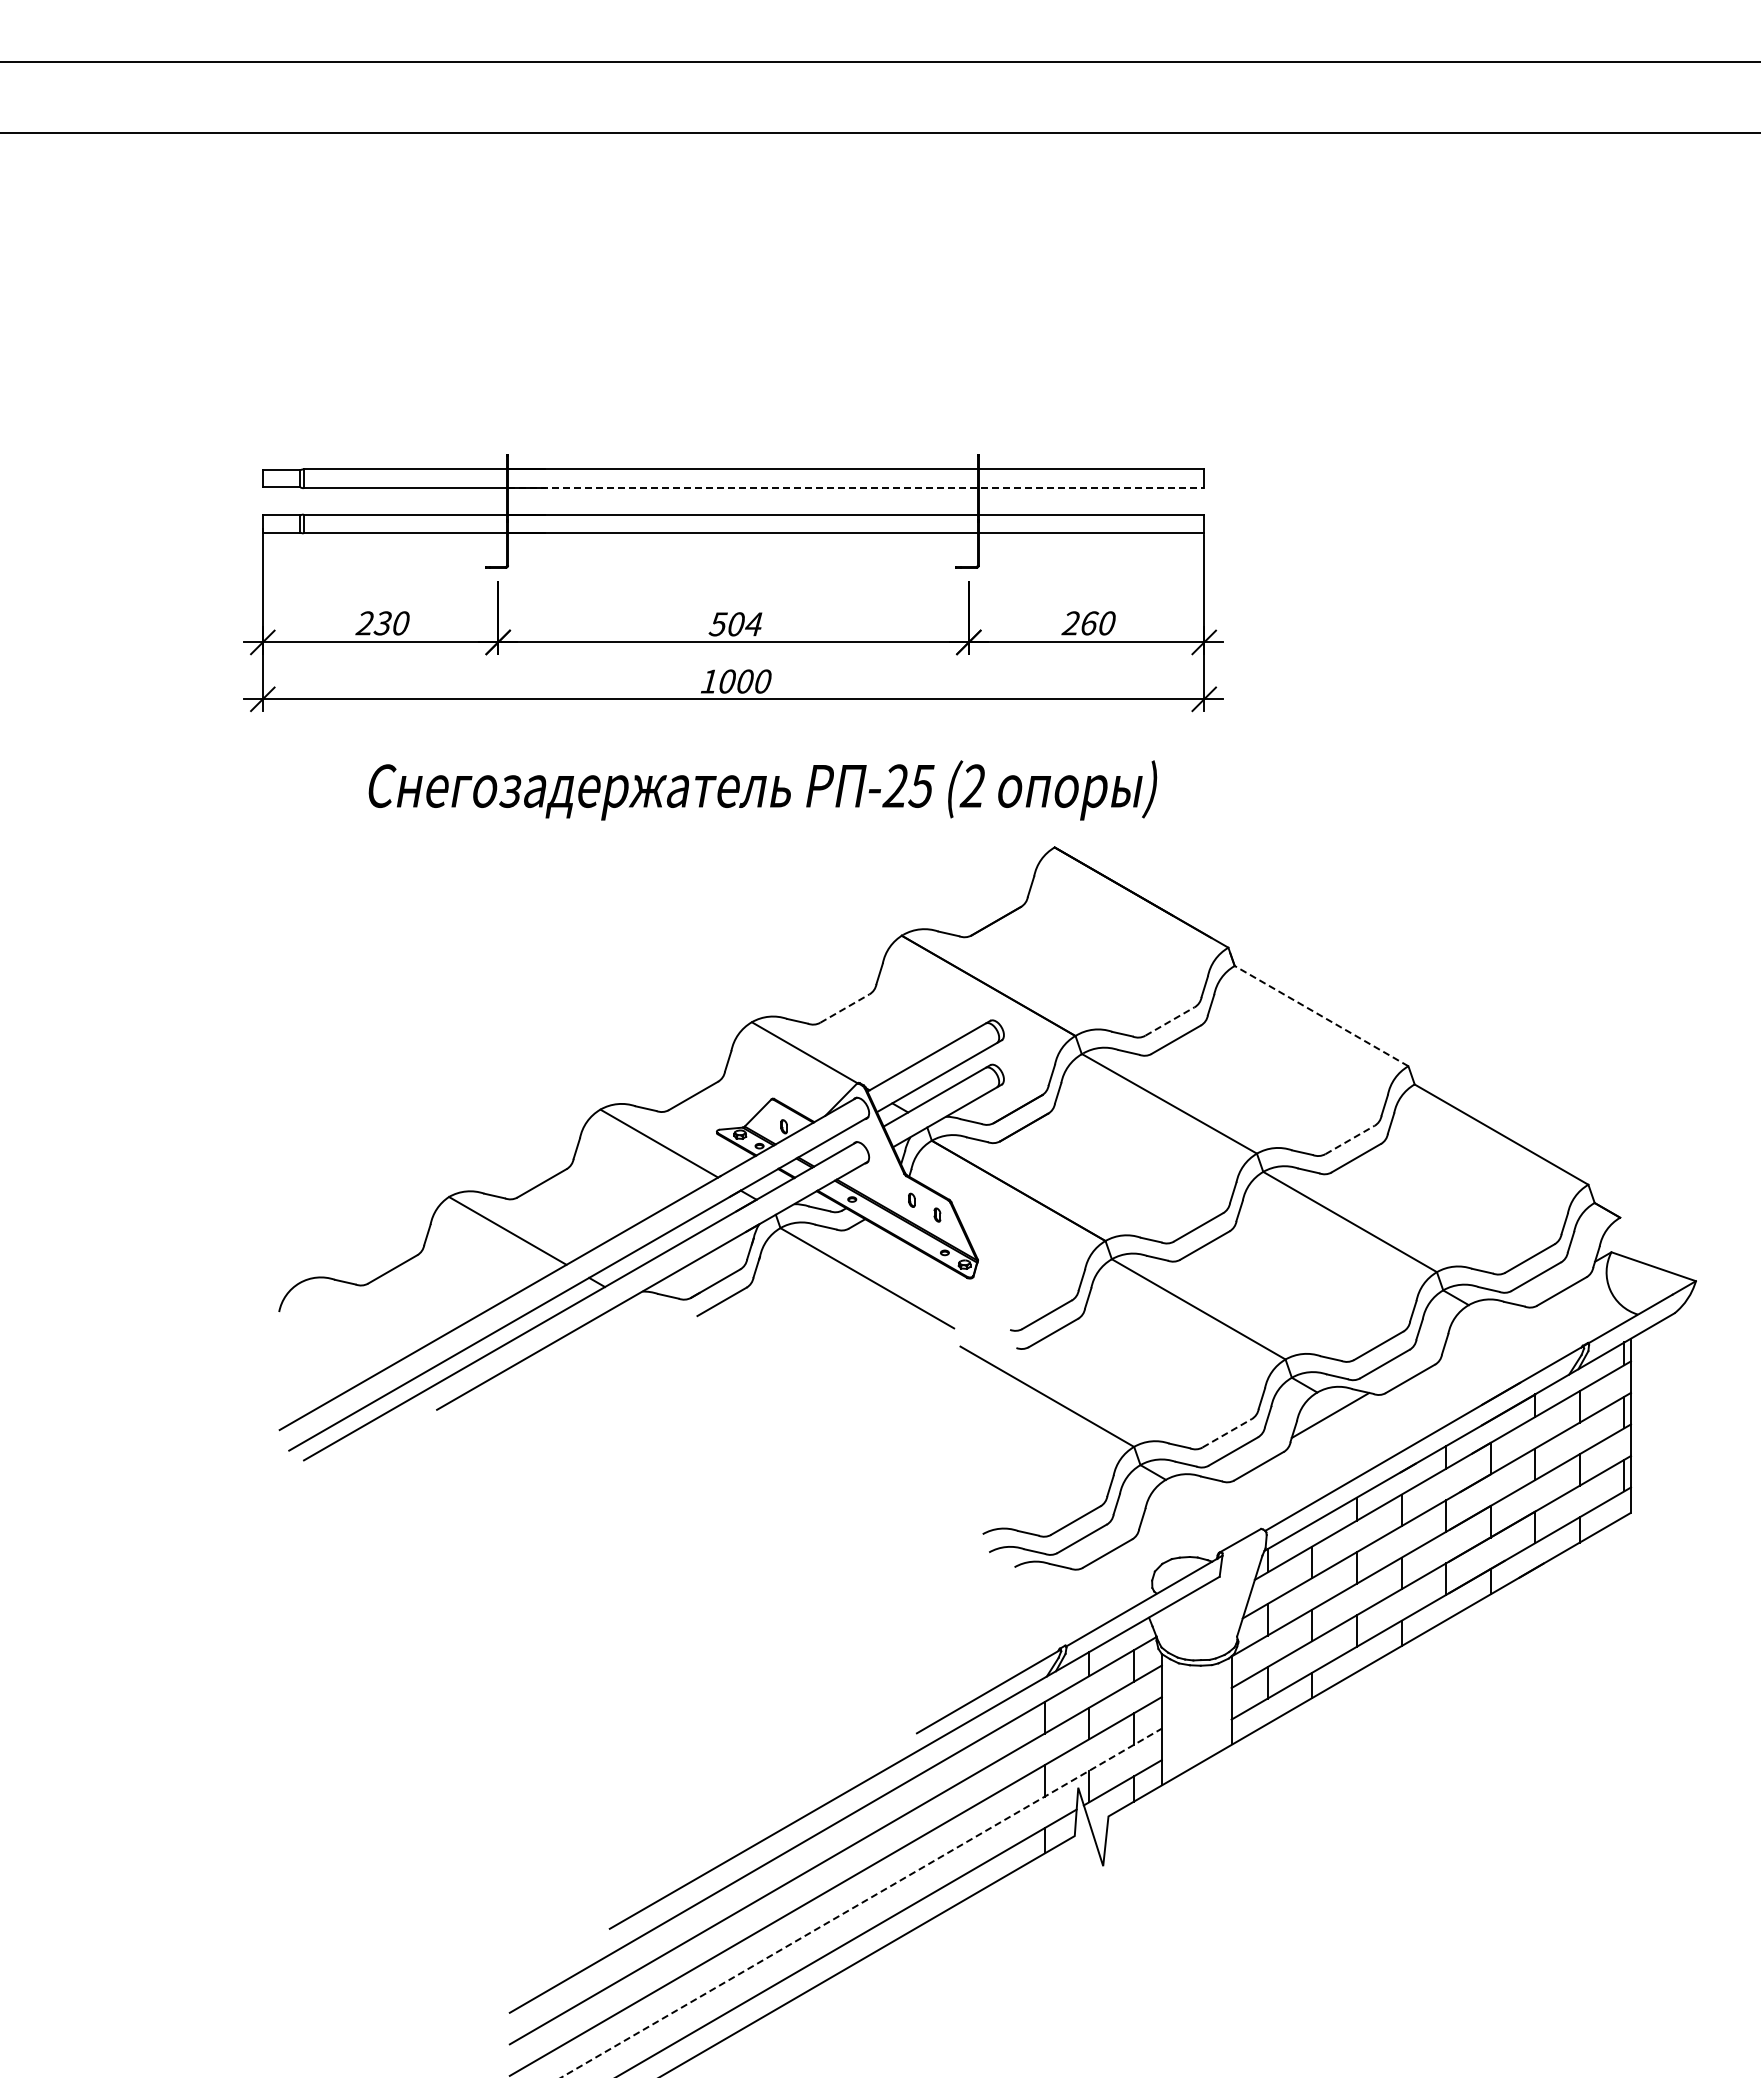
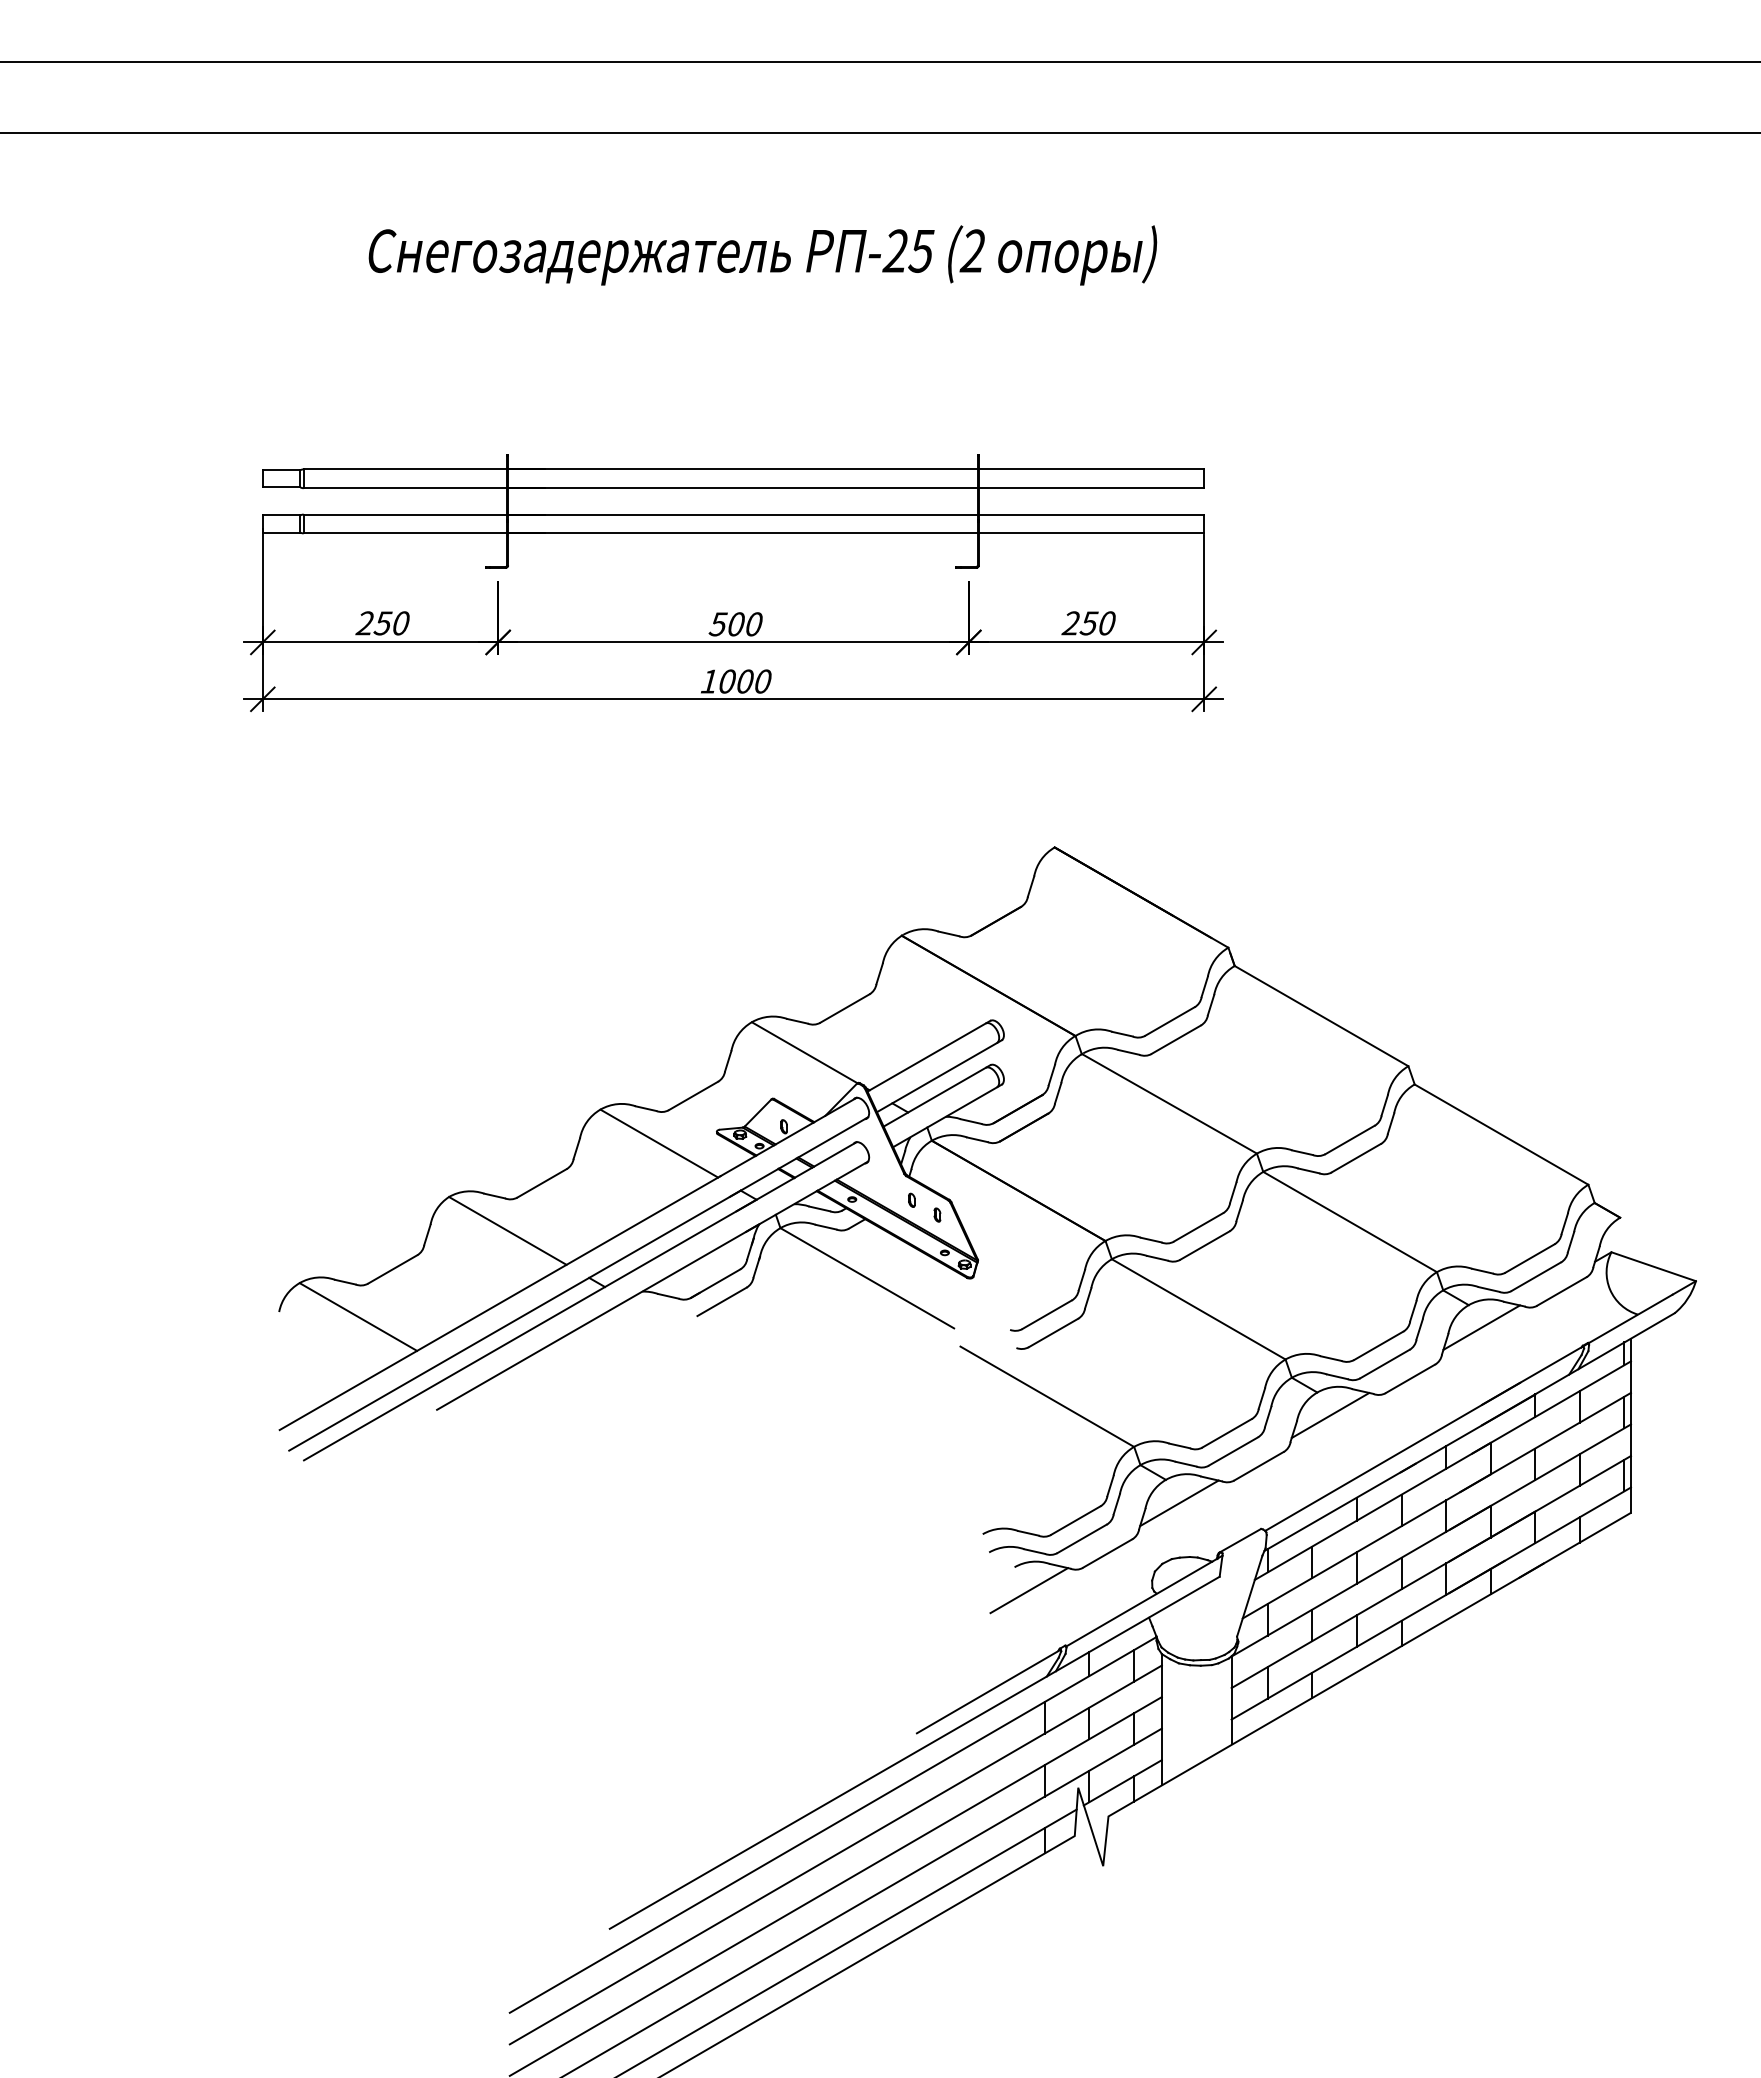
line at (856, 488): dashed -> solid
text at (383, 622): 230 -> 250
text at (1089, 623): 260 -> 250
text at (753, 624): 504 -> 500
text at (762, 790) position: (762, 790) -> (762, 255)
line at (845, 1008): dashed -> solid
line at (1321, 1015): dashed -> solid
line at (1170, 1021): dashed -> solid
line at (1350, 1139): dashed -> solid
line at (358, 1316): none -> present
line at (1481, 1327): none -> present
line at (1227, 1433): dashed -> solid
line at (1179, 1503): none -> present
line at (1029, 1590): none -> present
line at (861, 1903): dashed -> solid
